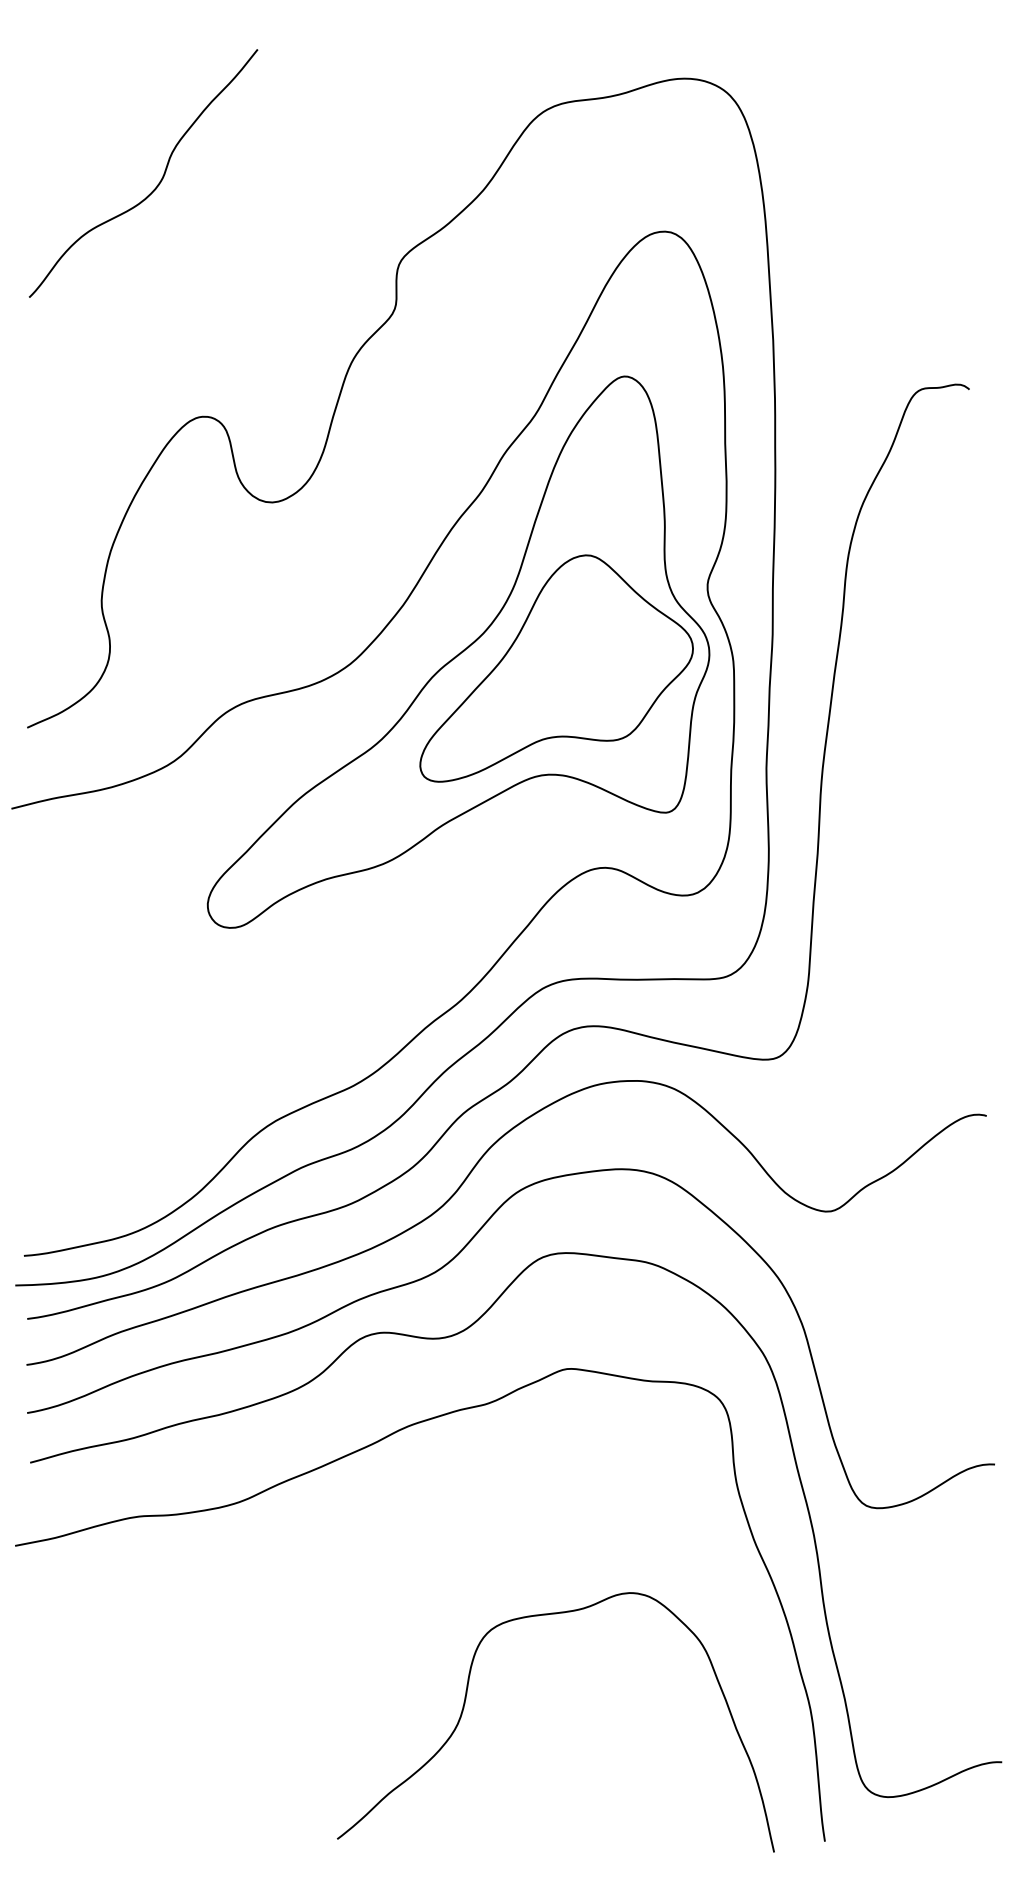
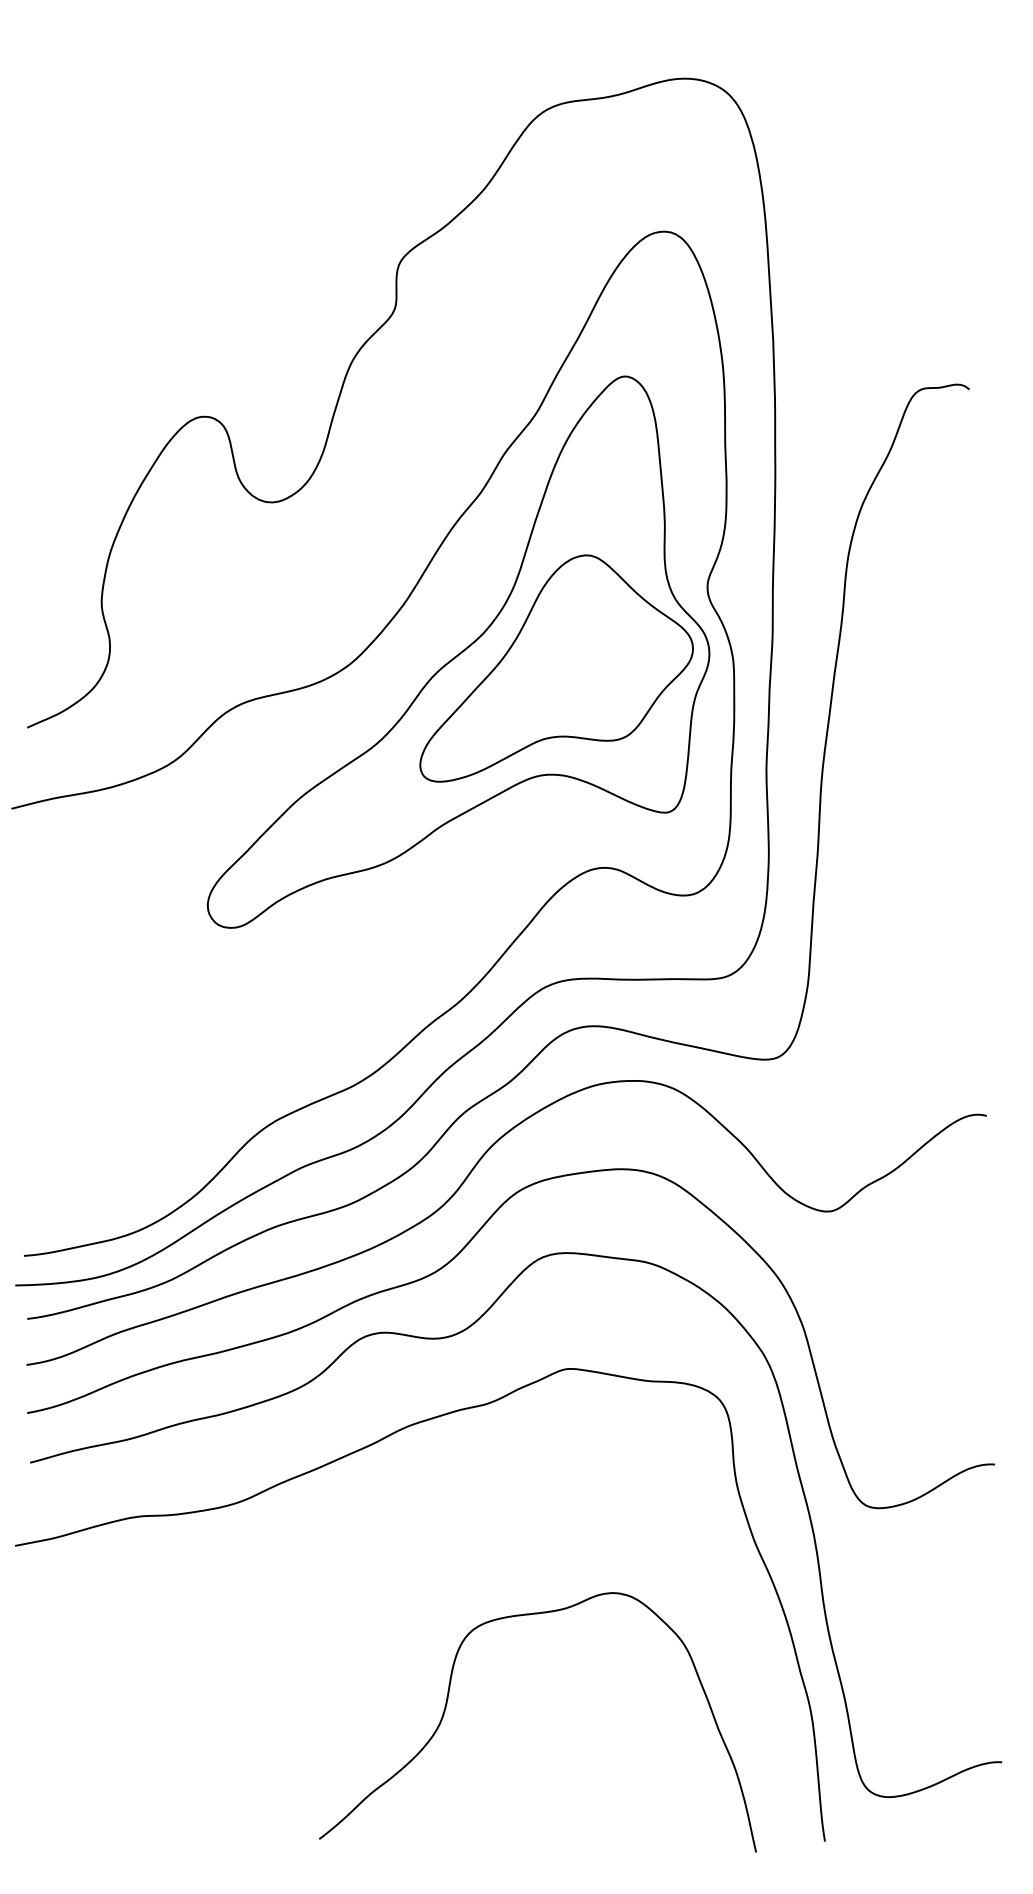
curve at (156, 185): present -> none
curve at (465, 1704) position: (465, 1704) -> (447, 1704)
